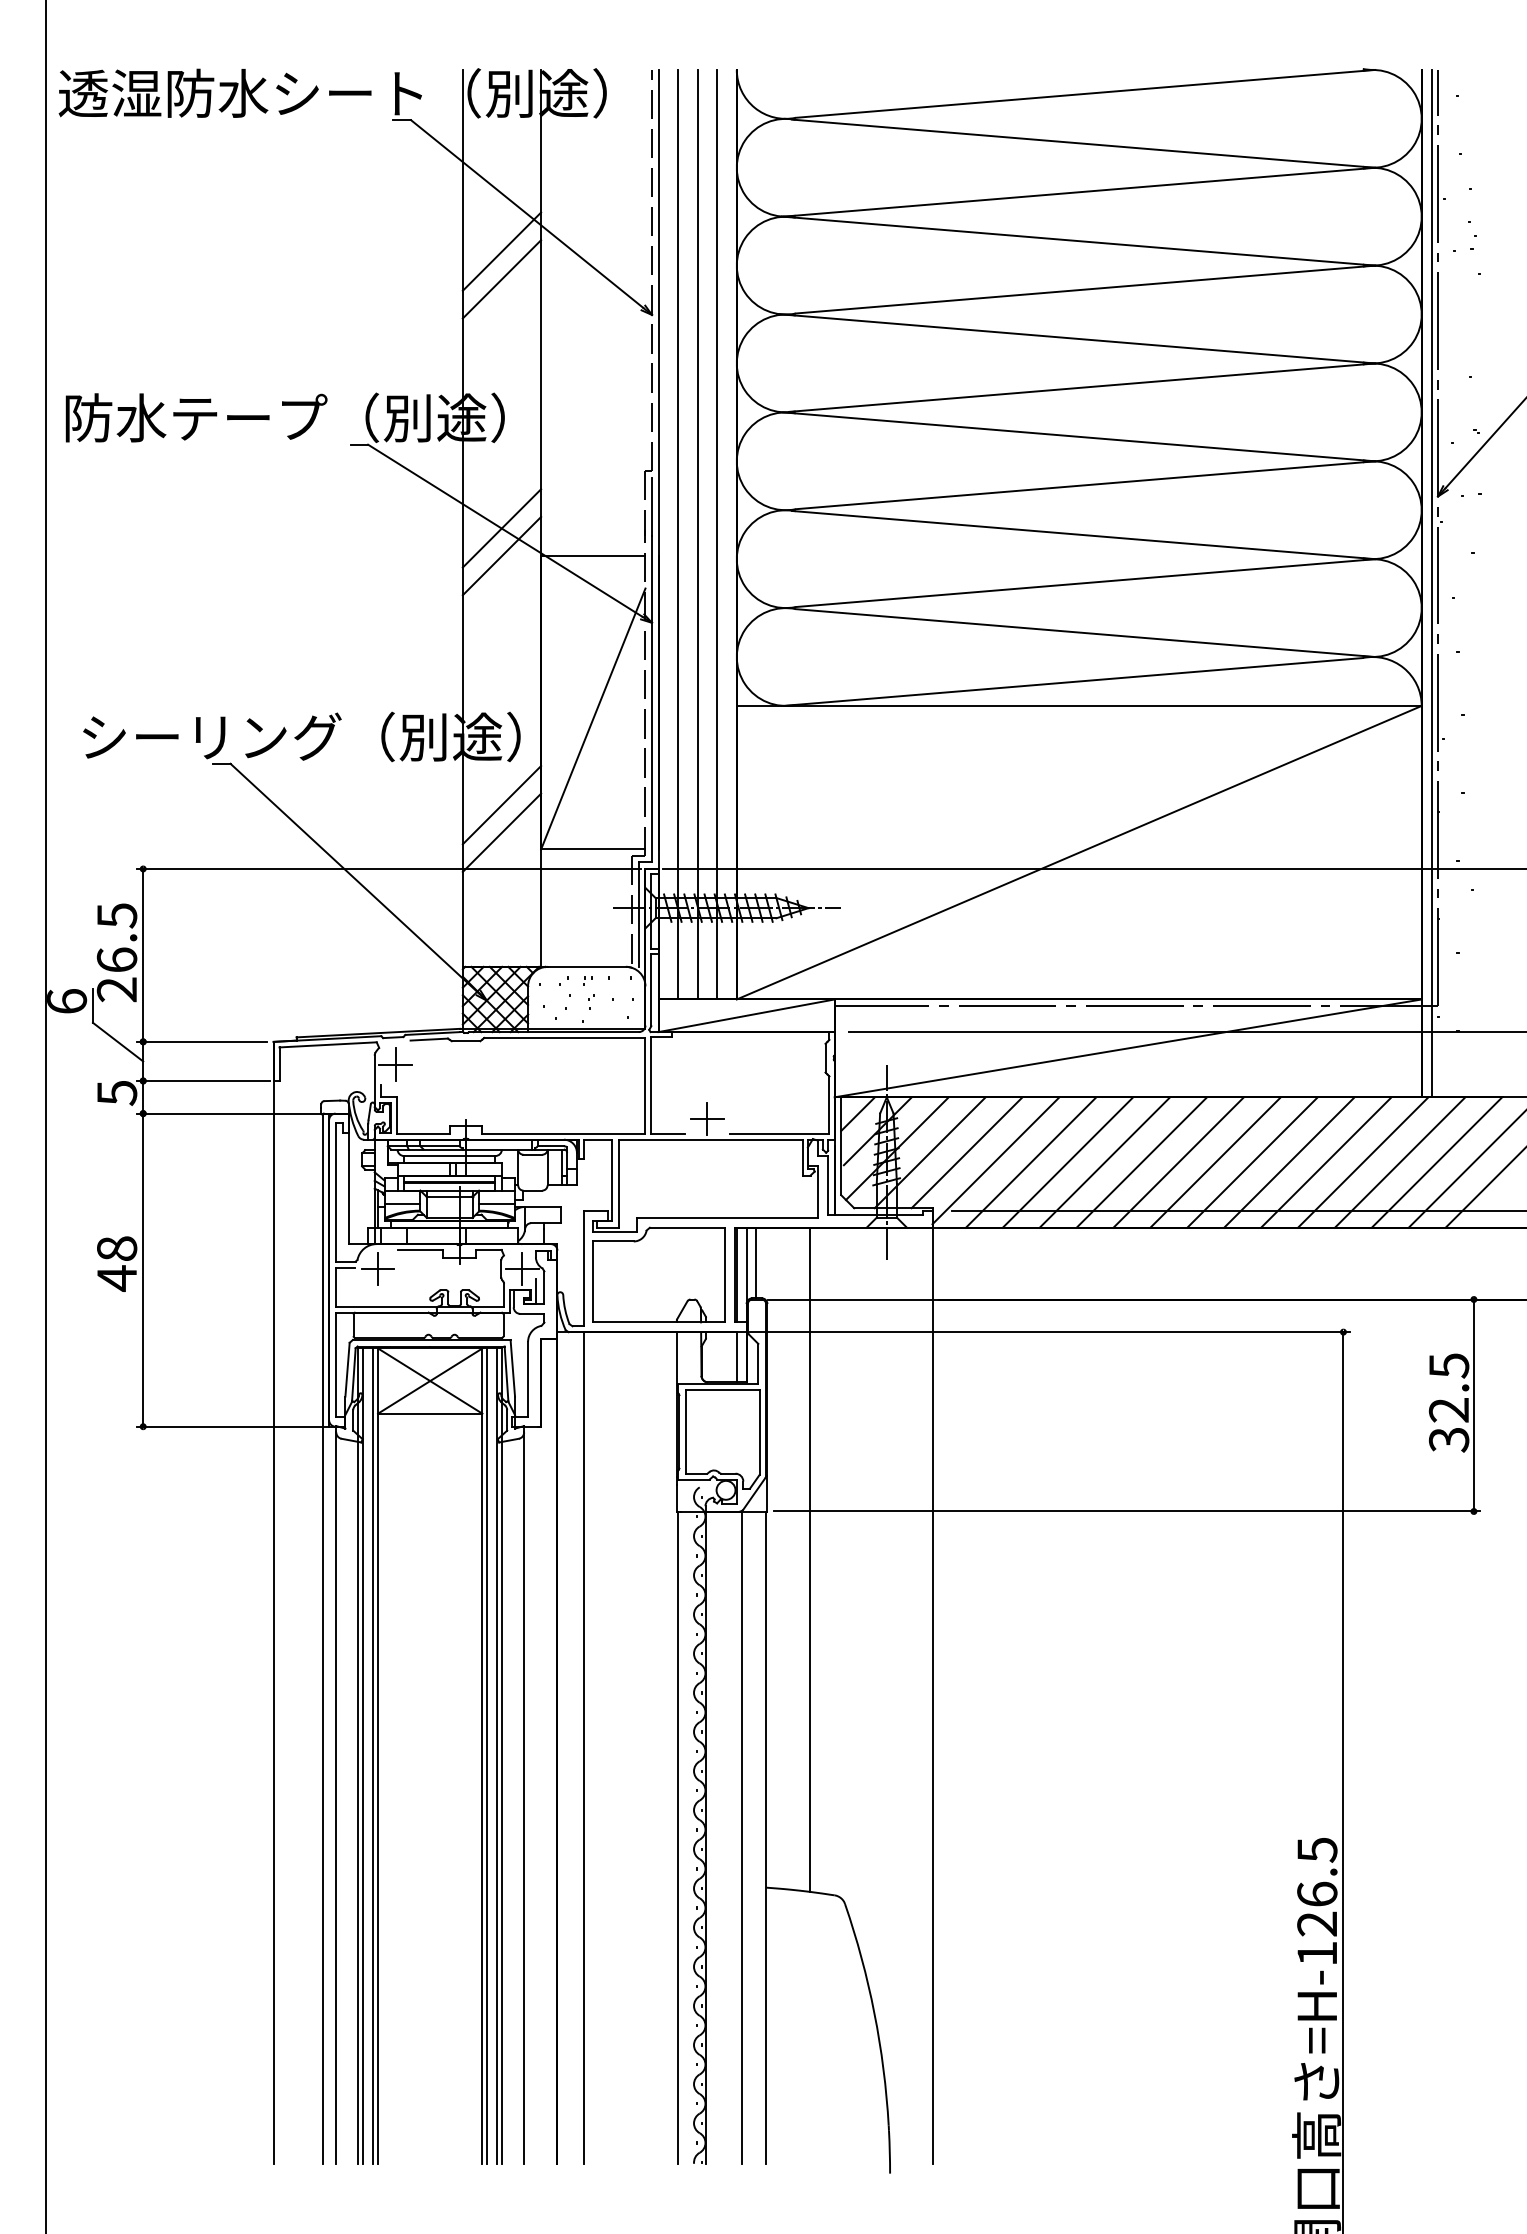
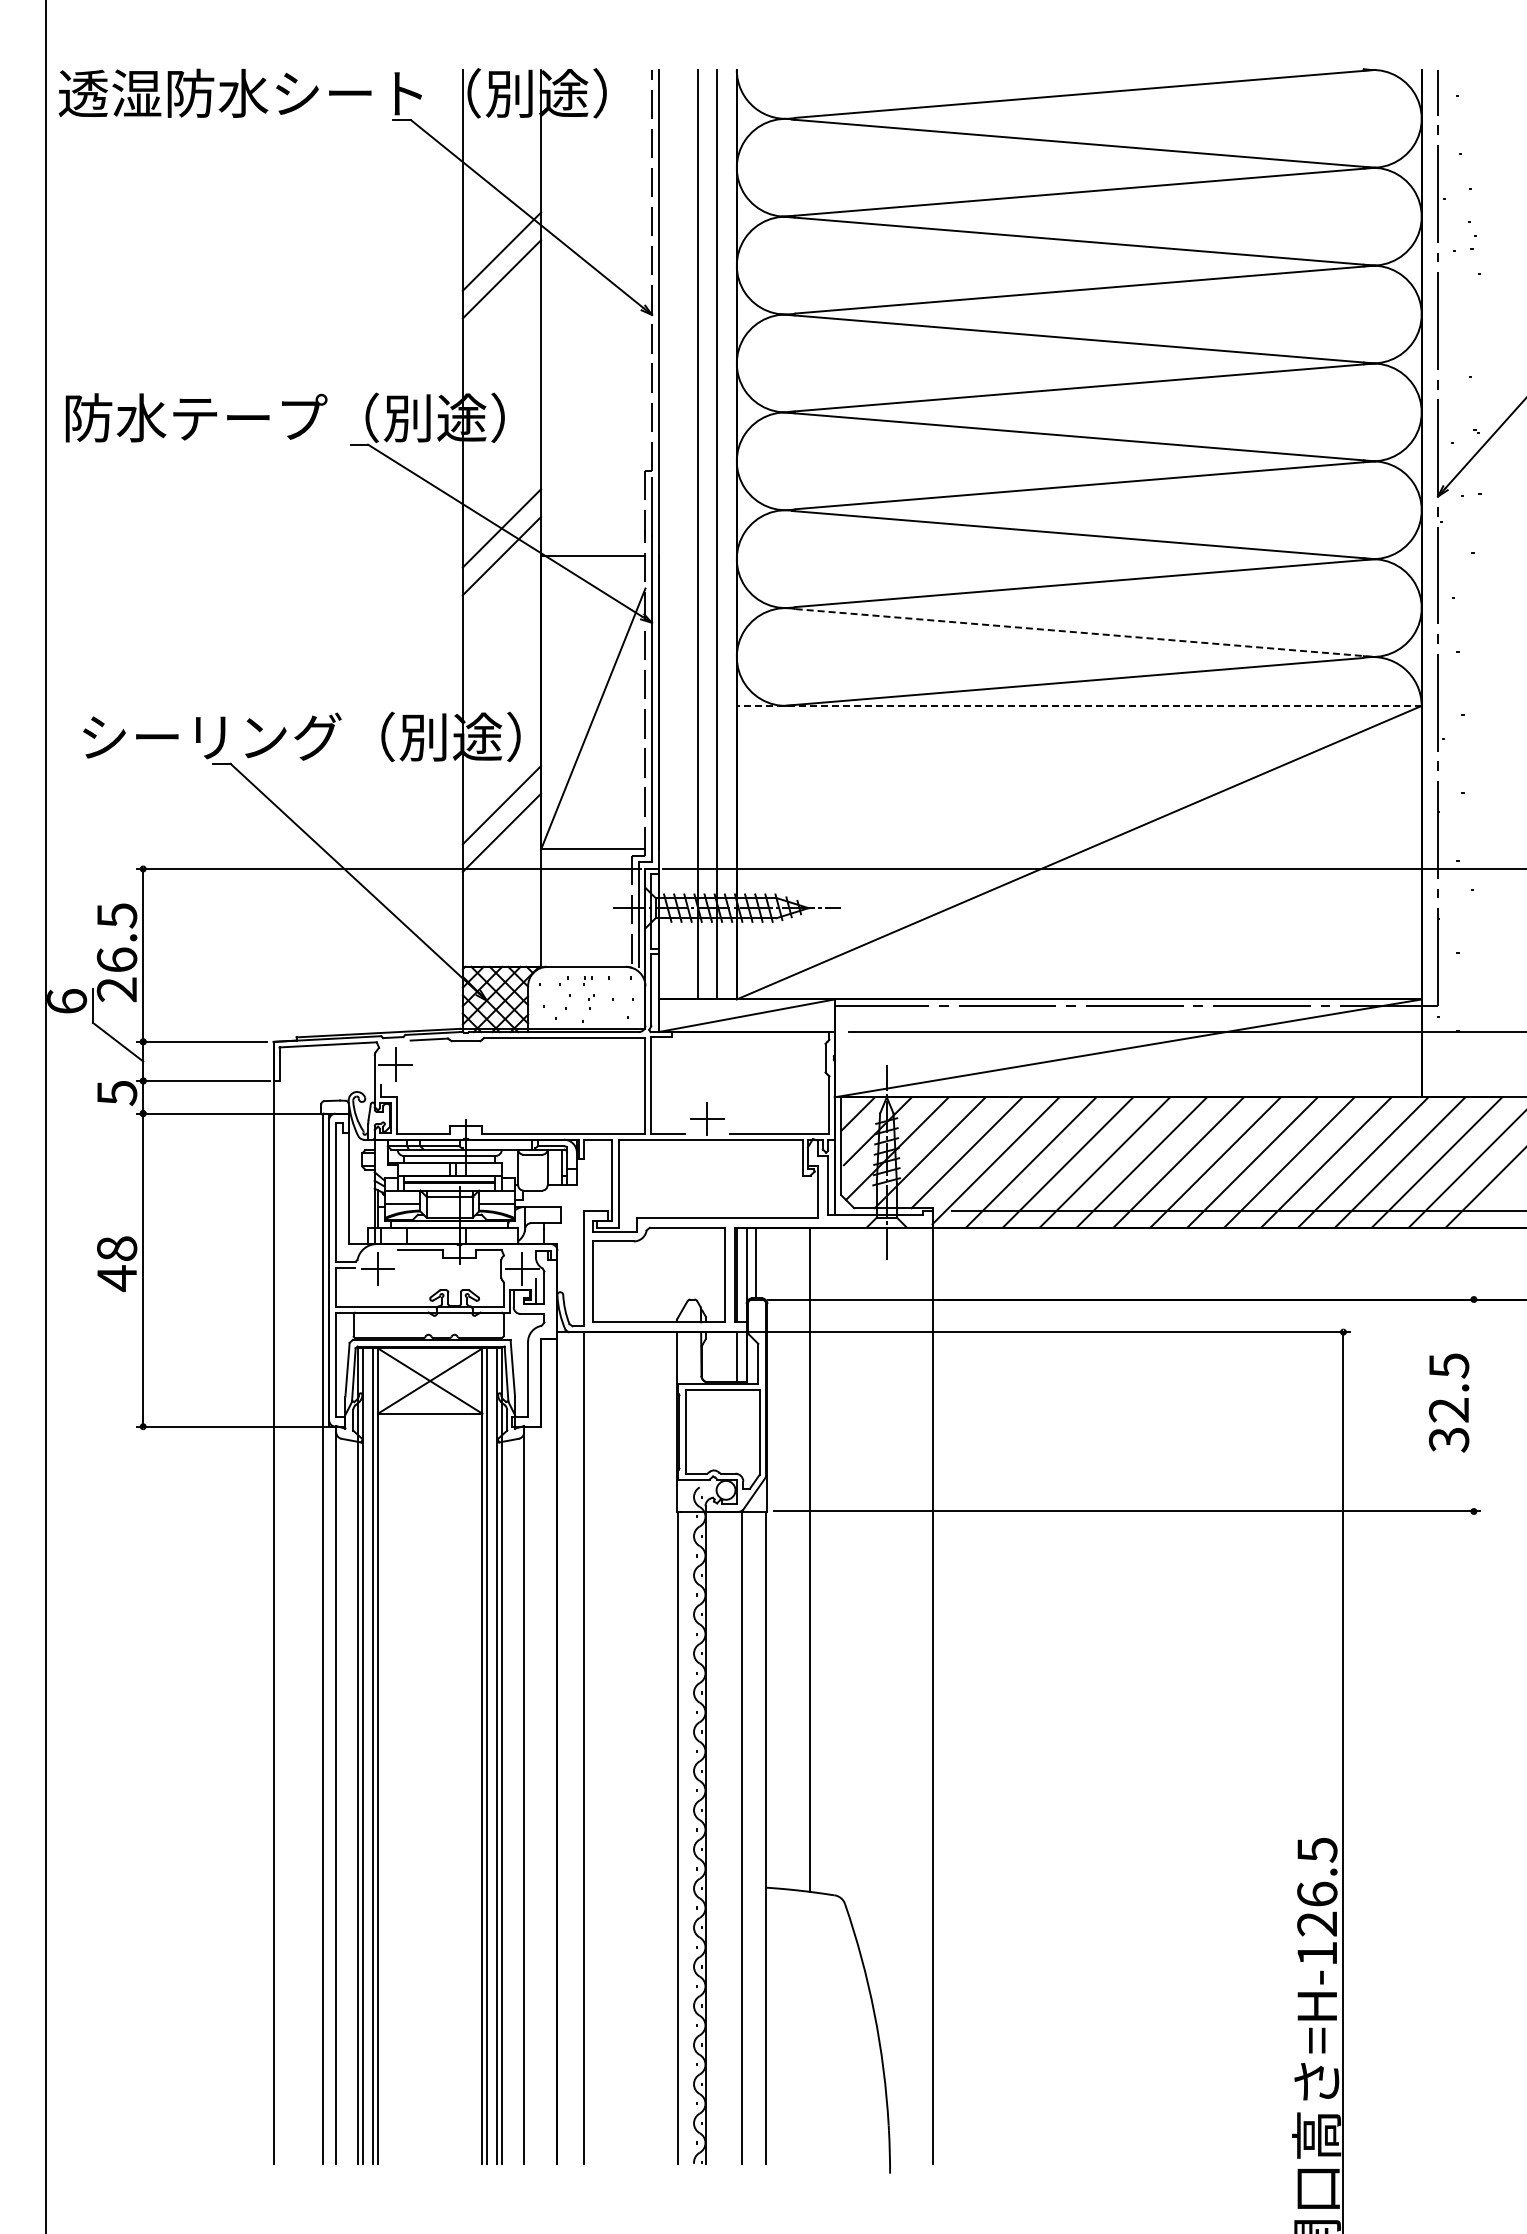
line at (678, 534): present -> none
line at (1431, 583): present -> none
line at (1085, 633): solid -> dashed
line at (1078, 705): solid -> dashed
line at (1473, 1405): present -> none
